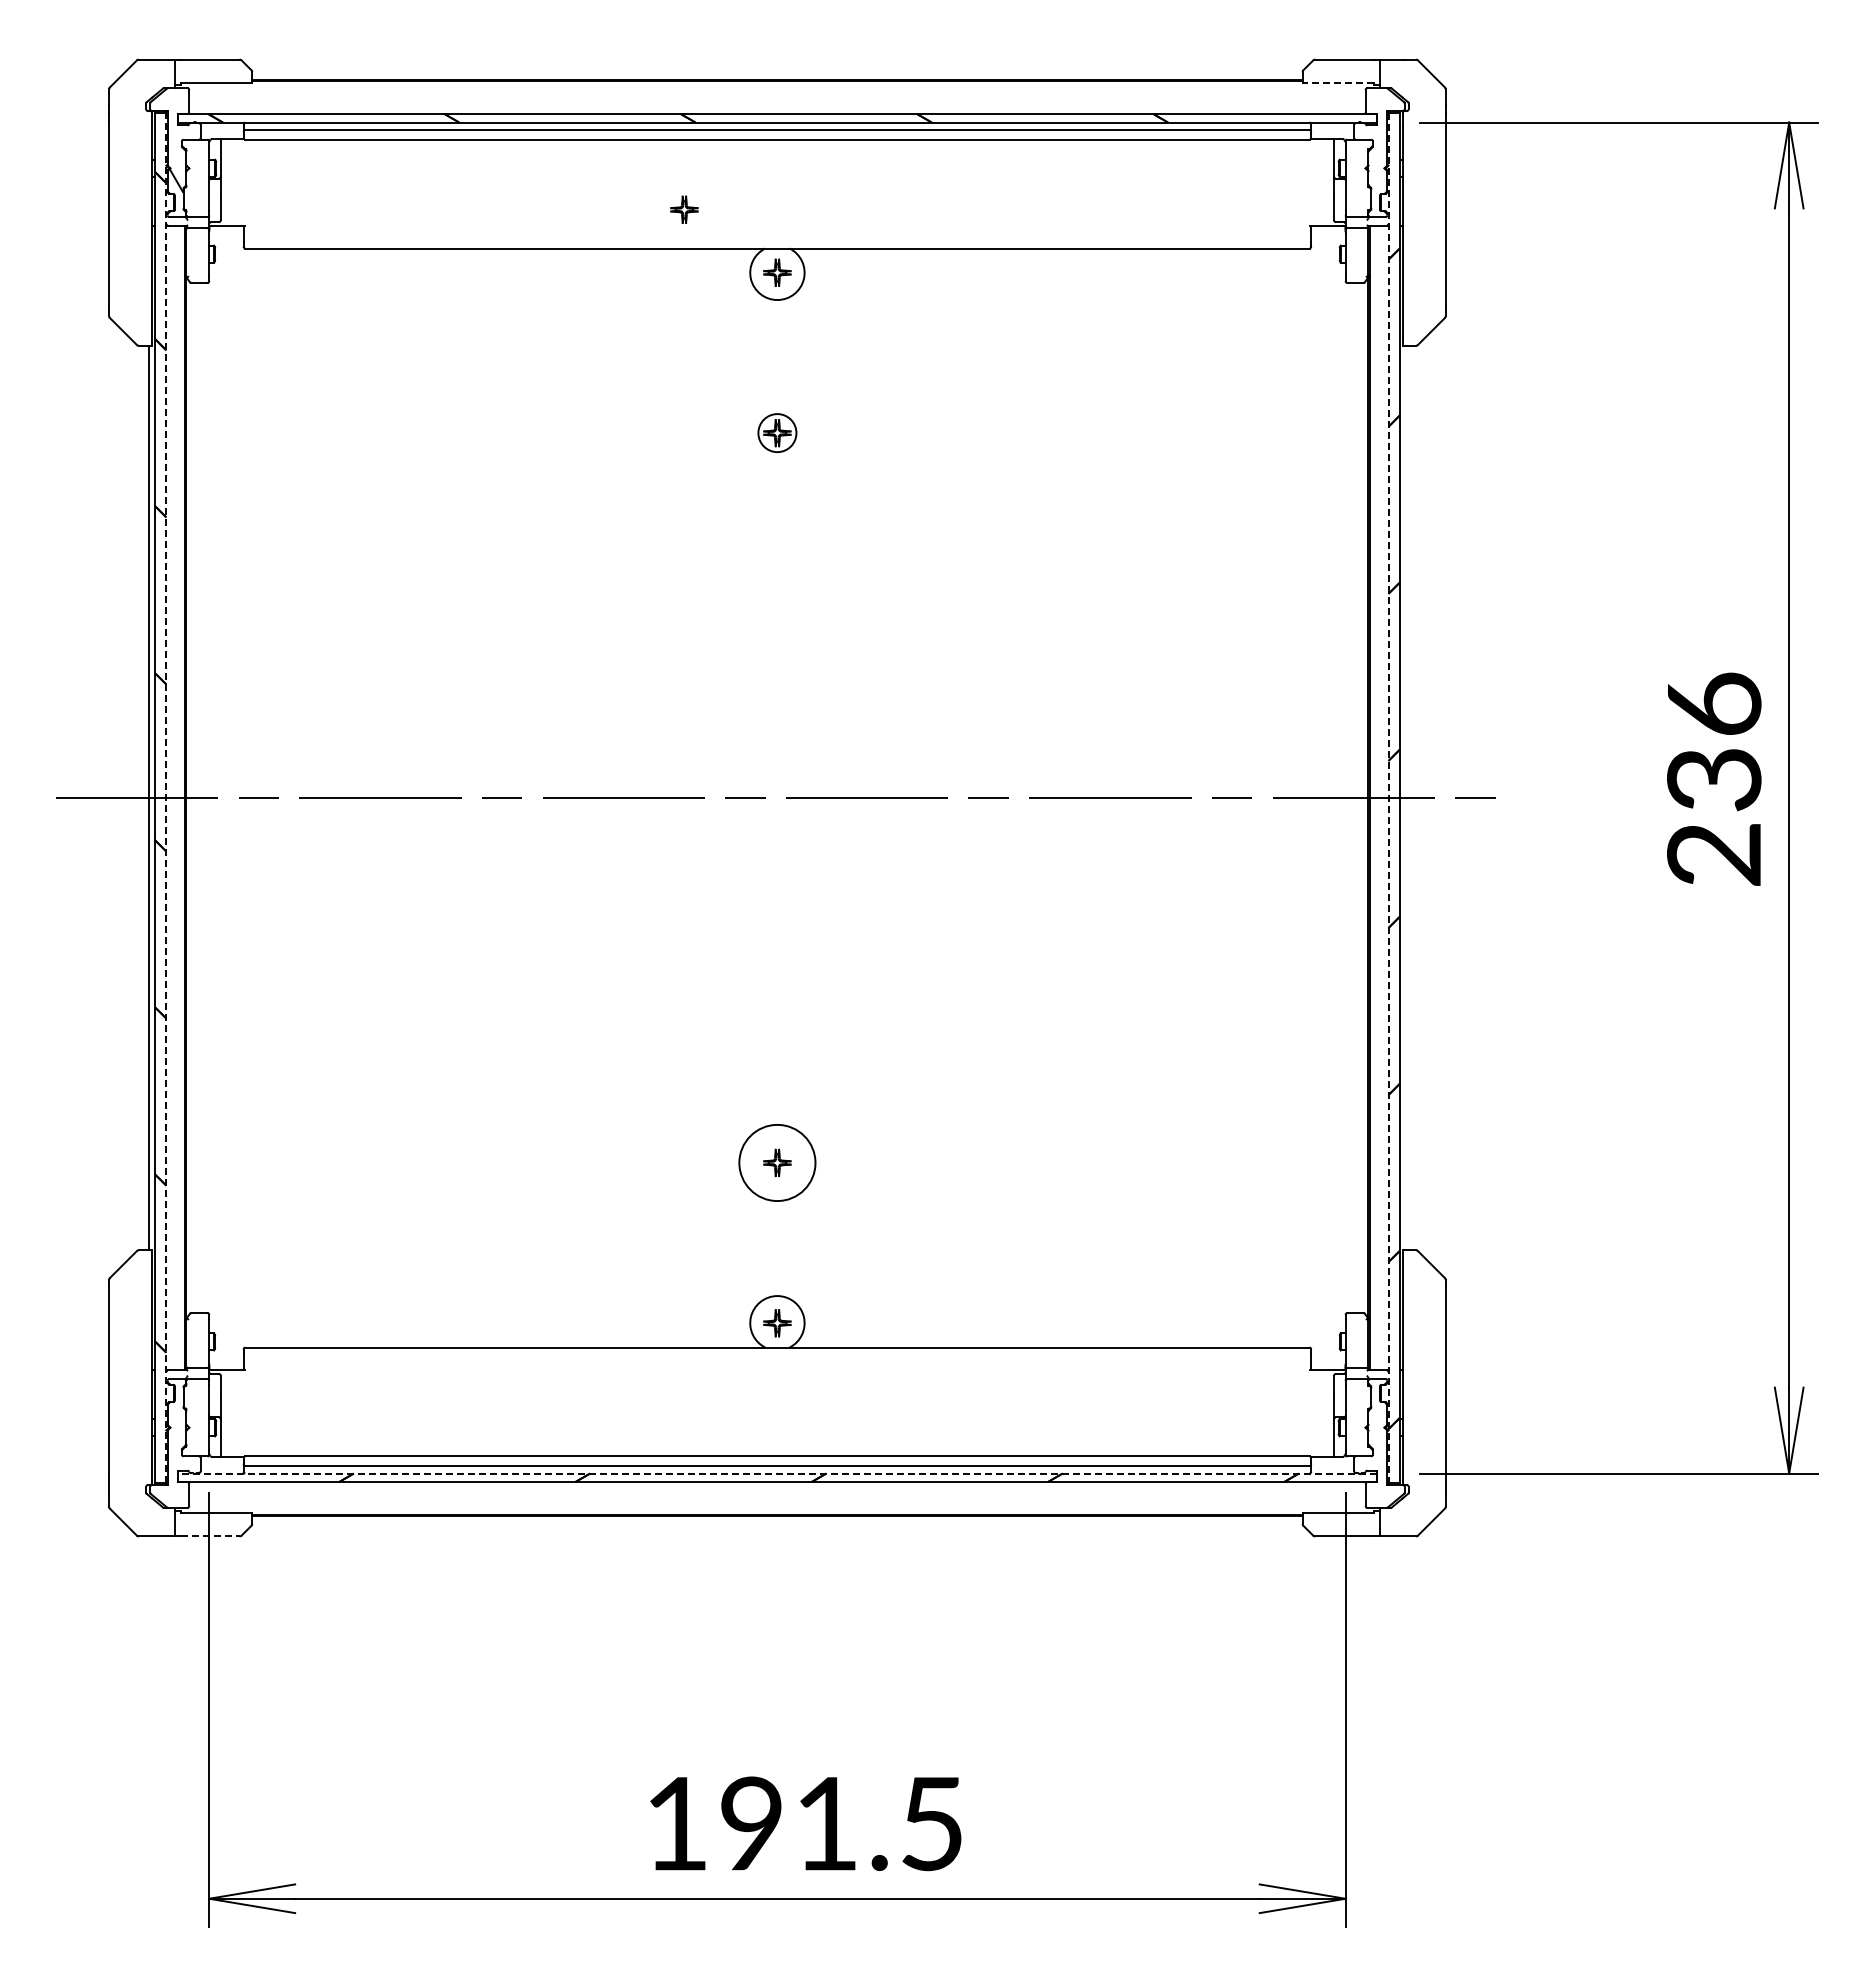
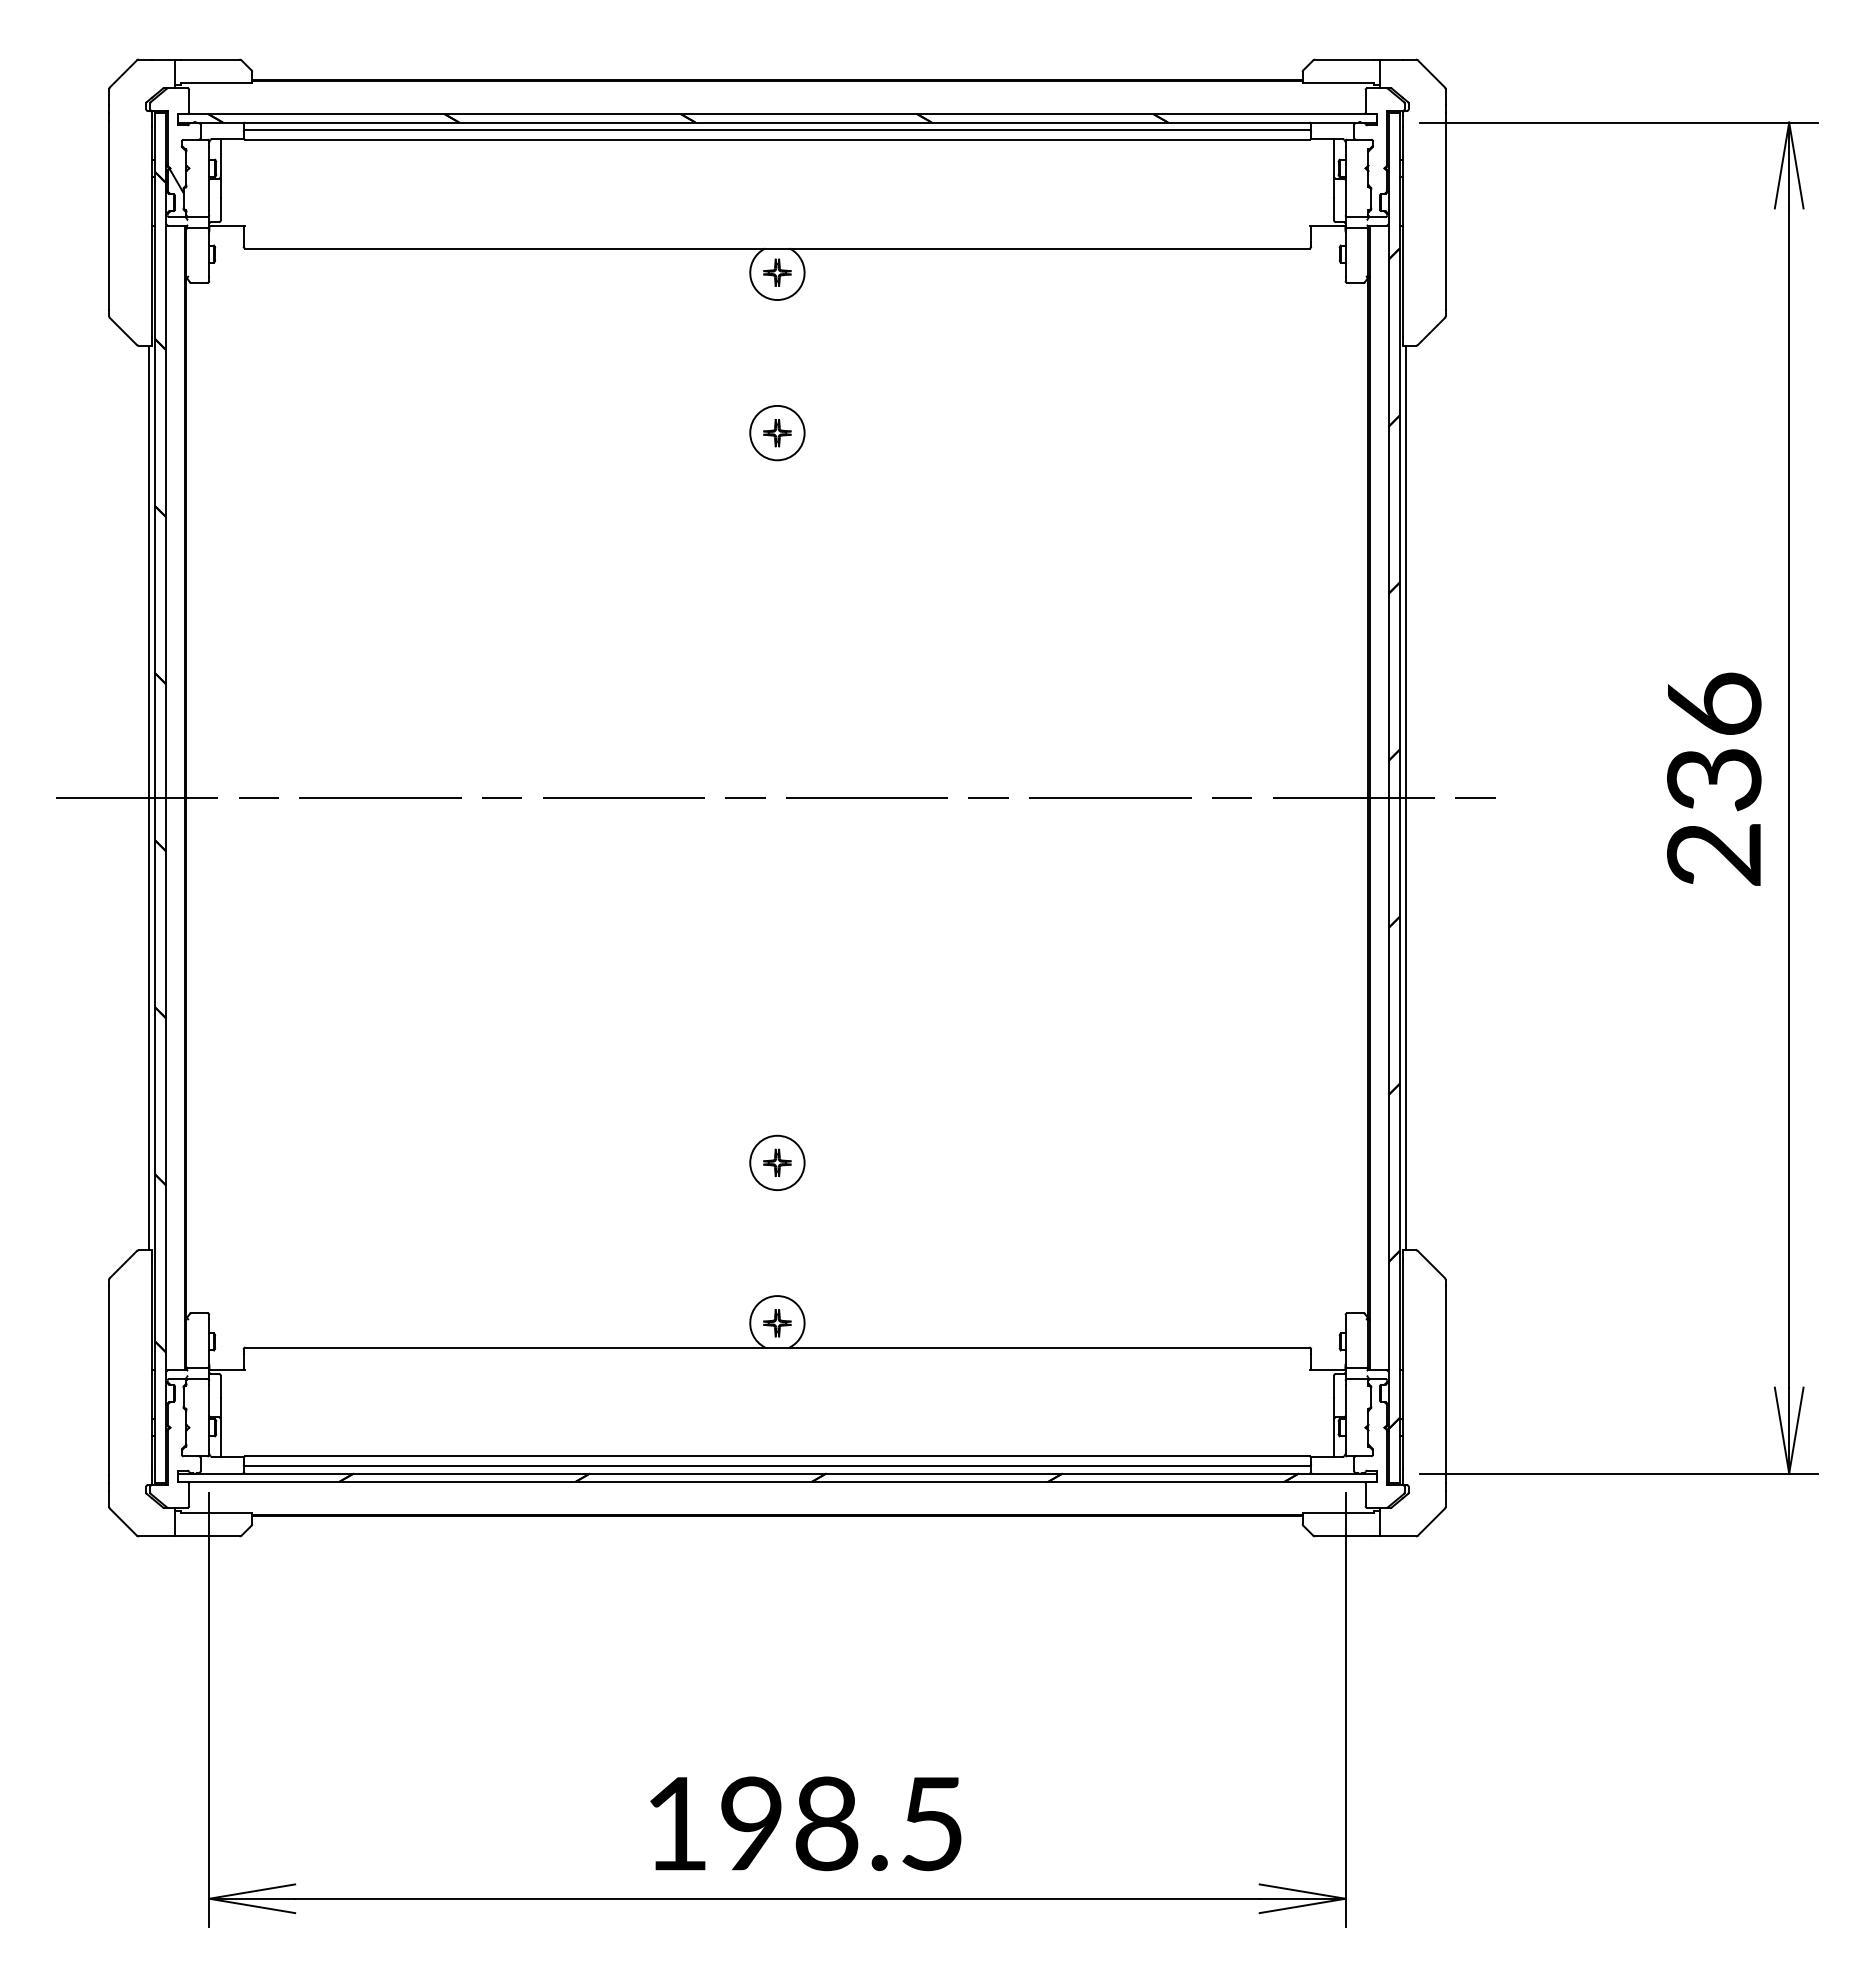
line at (1338, 83): dashed -> solid
part at (684, 209): present -> none
circle at (777, 433) diameter: 38 px -> 54 px
line at (166, 797): dashed -> solid
line at (1405, 797): none -> present
line at (1388, 798): dashed -> solid
circle at (777, 1162) diameter: 76 px -> 54 px
line at (777, 1473): dashed -> solid
line at (210, 1536): dashed -> solid
text at (826, 1823): 191.5 -> 198.5
